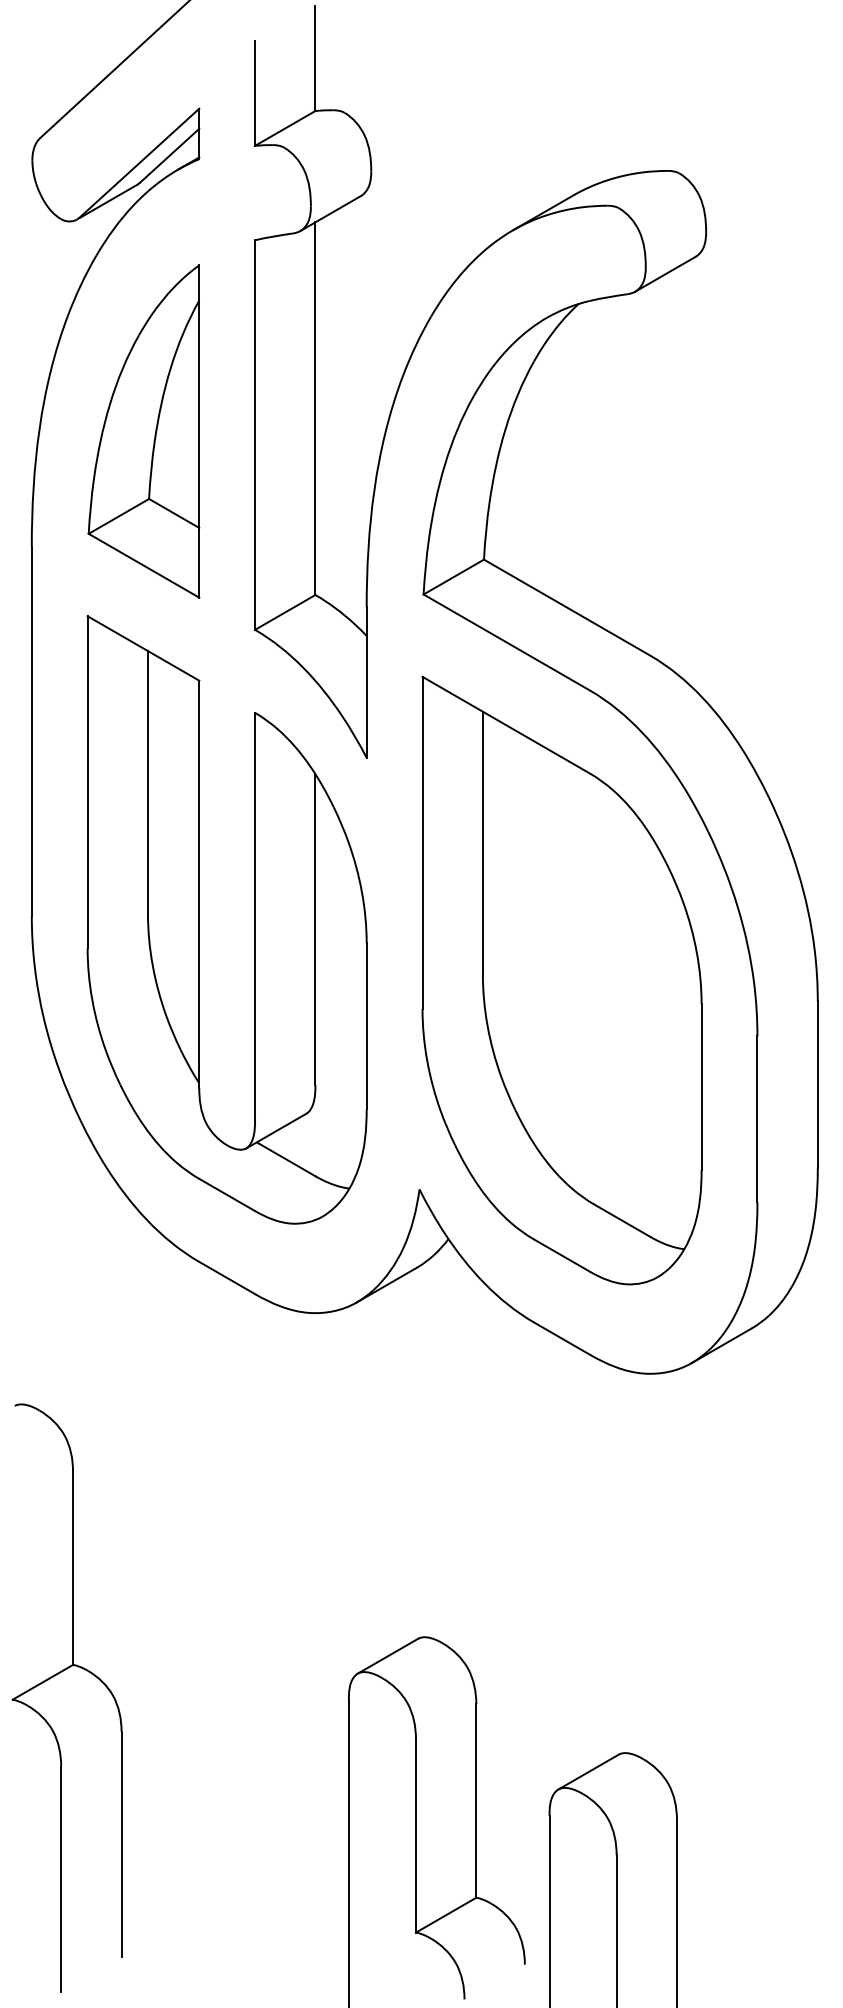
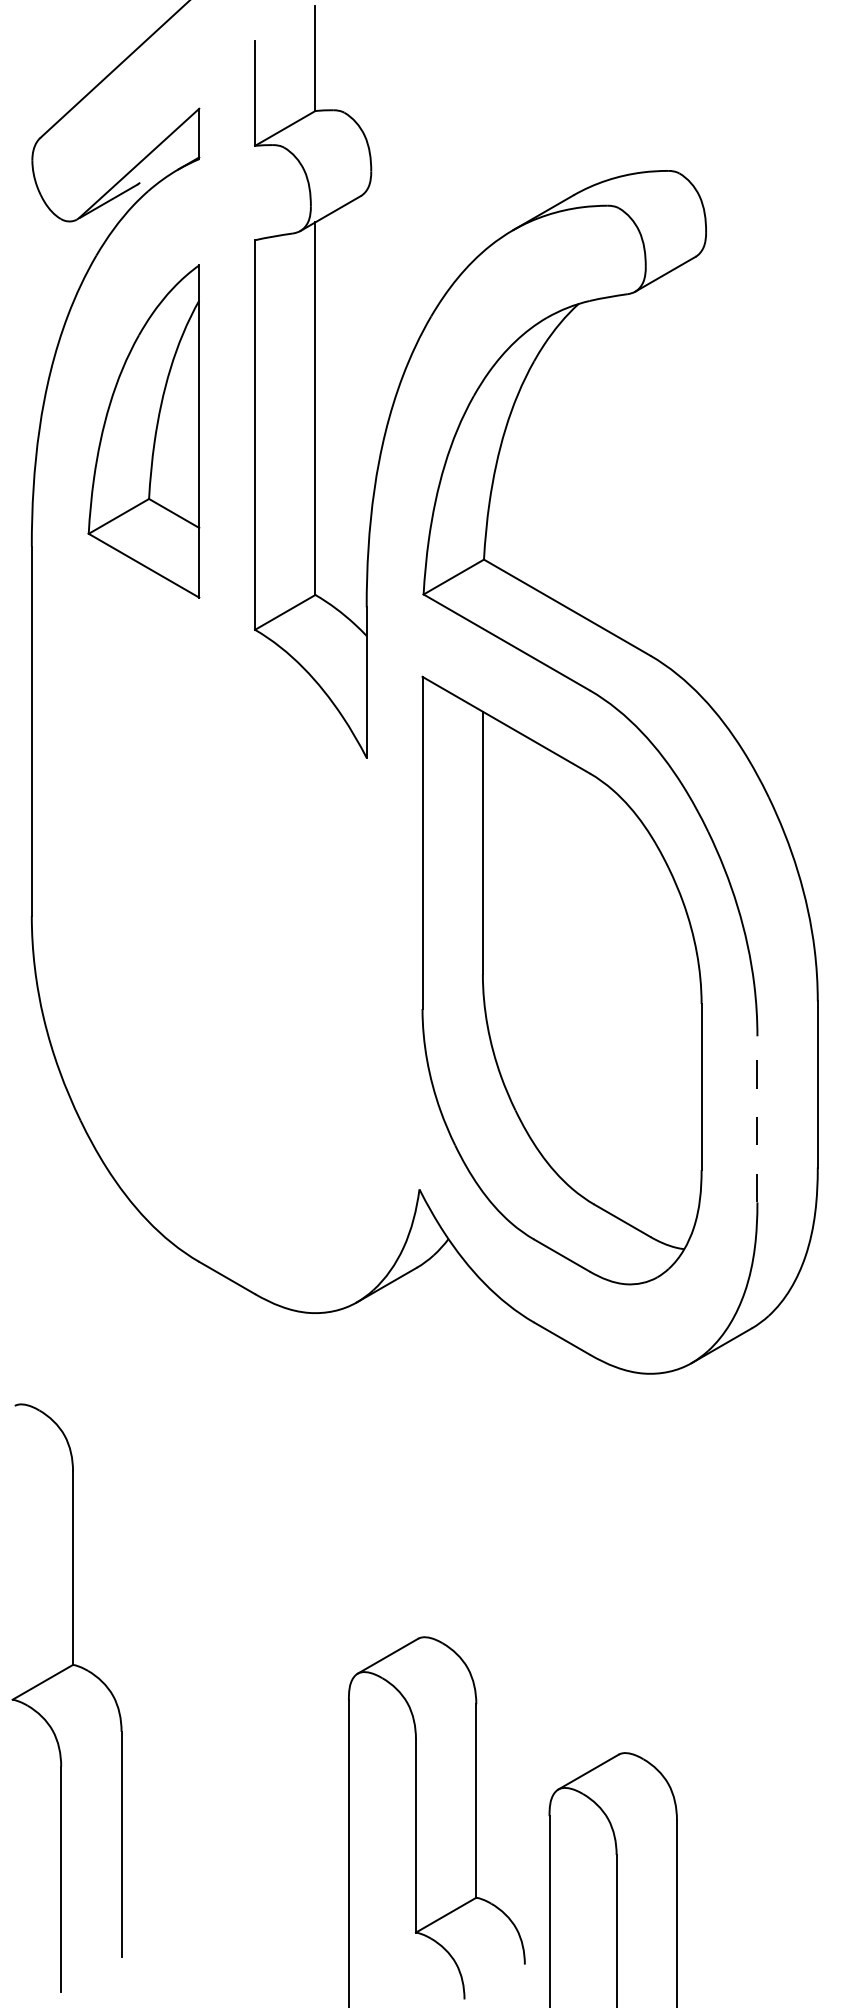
line at (169, 155): present -> none
part at (199, 919): present -> none
line at (757, 1118): solid -> dashed
